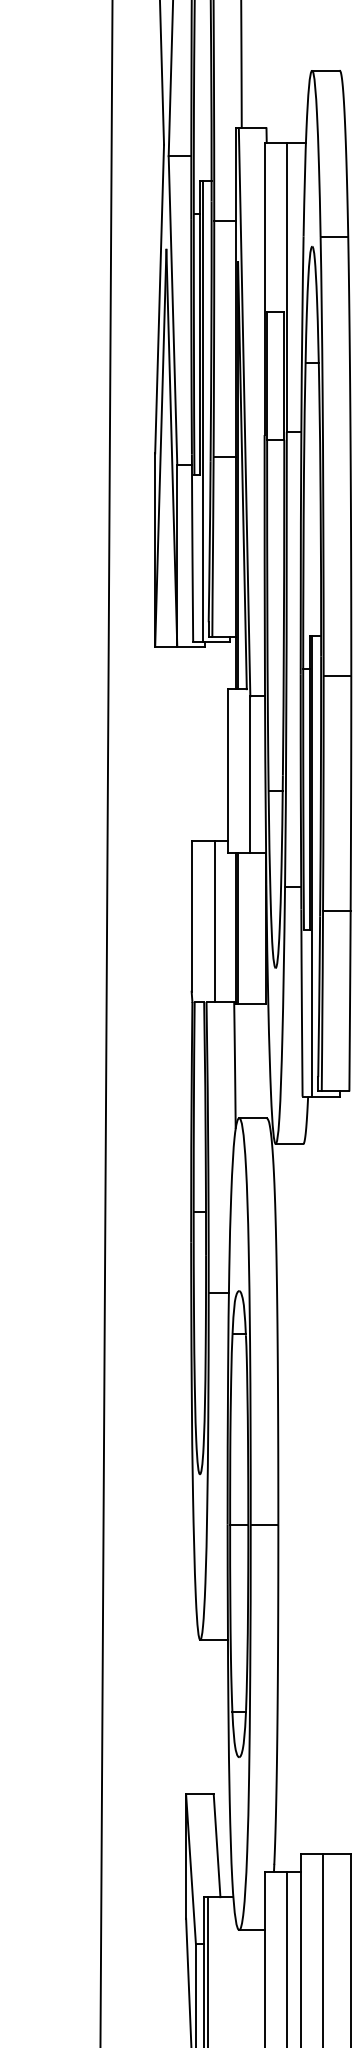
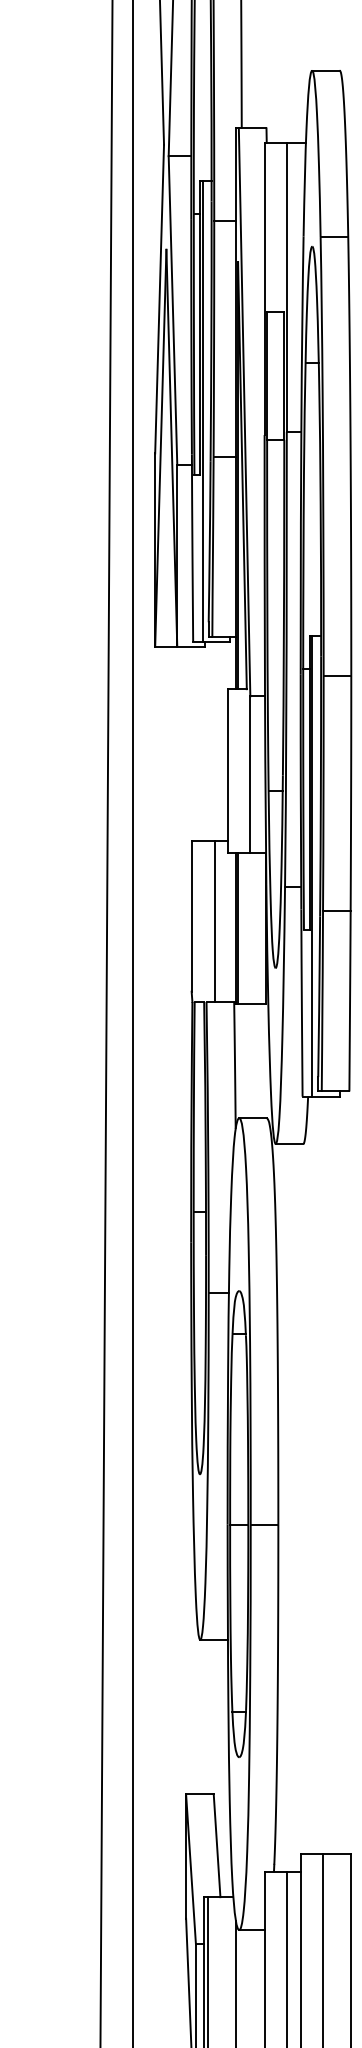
line at (133, 1023): none -> present
line at (235, 1982): none -> present
